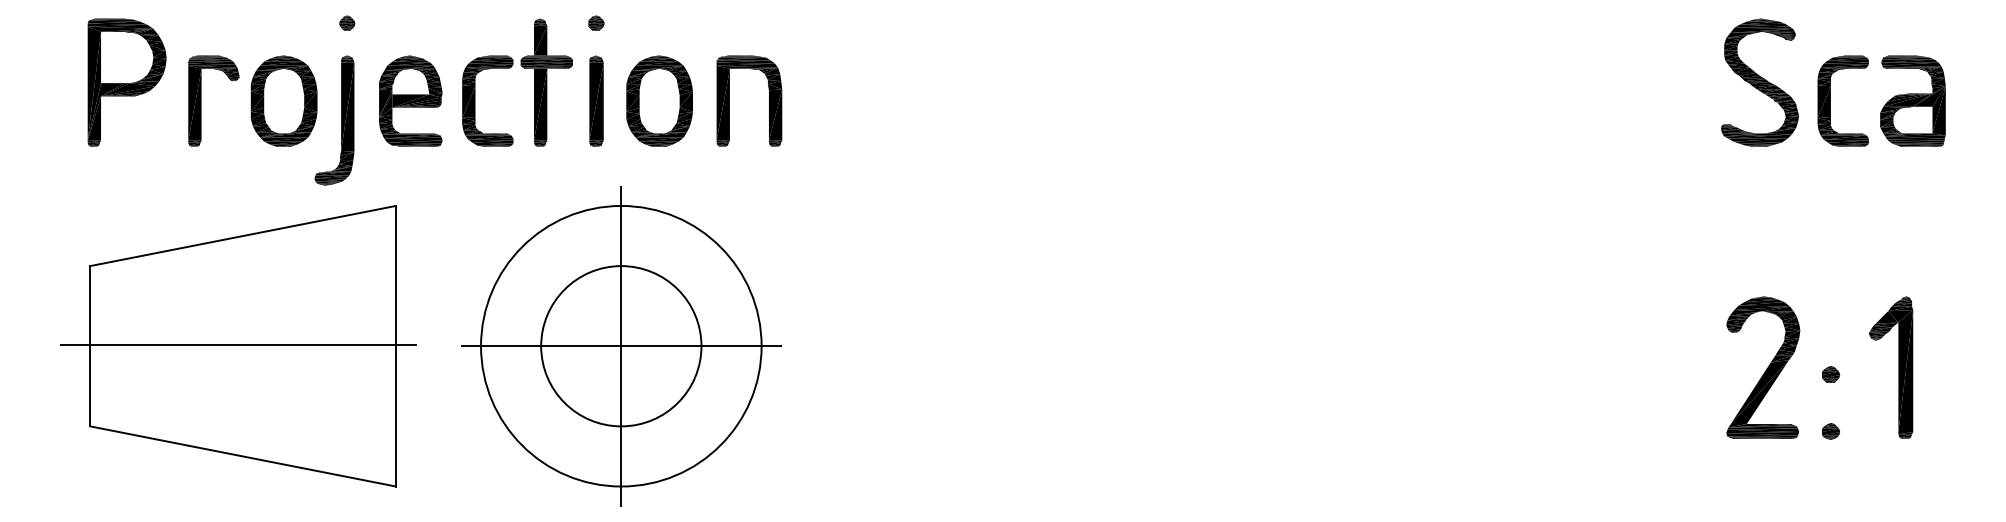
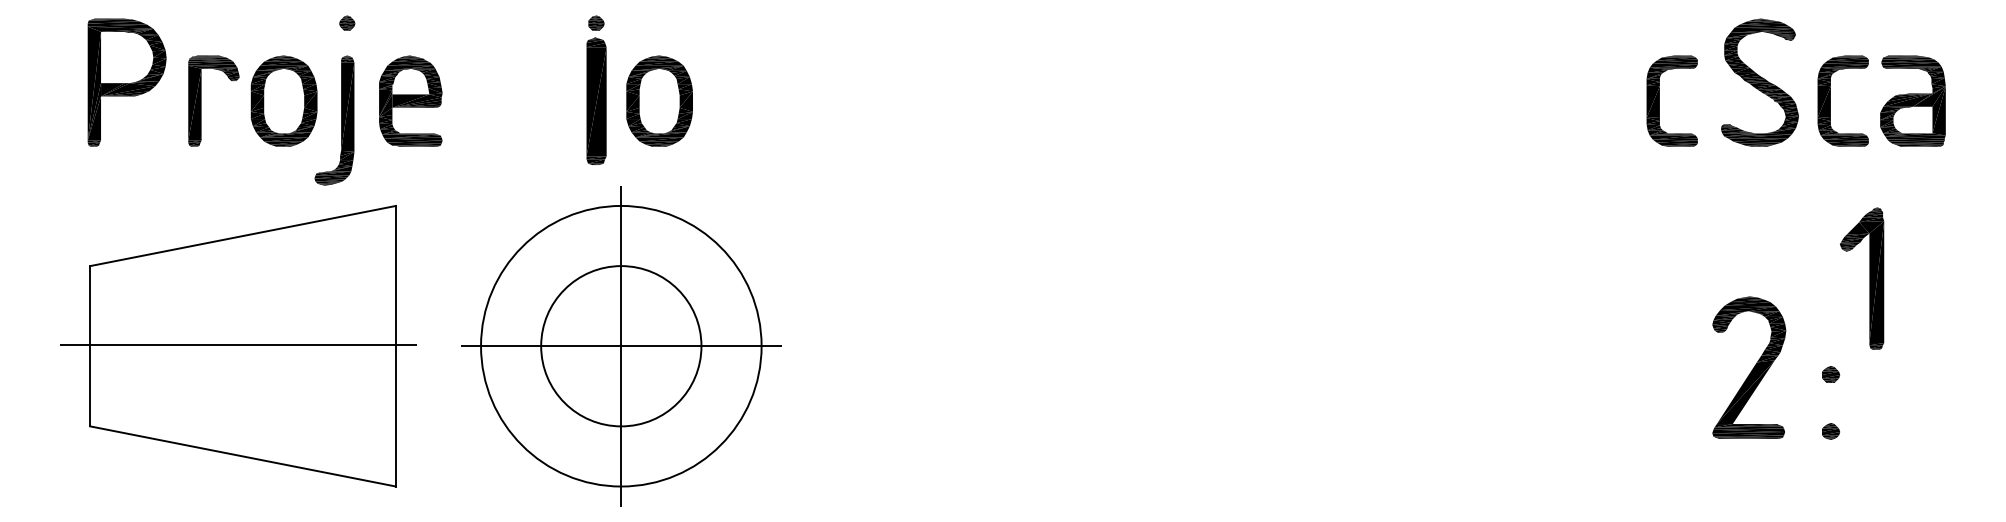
part at (523, 68): present -> none
part at (596, 100) size: 15x92 px -> 21x128 px
part at (729, 100): present -> none
part at (1659, 100): none -> present
part at (1763, 367) position: (1763, 367) -> (1749, 367)
part at (1898, 367) position: (1898, 367) -> (1869, 278)
